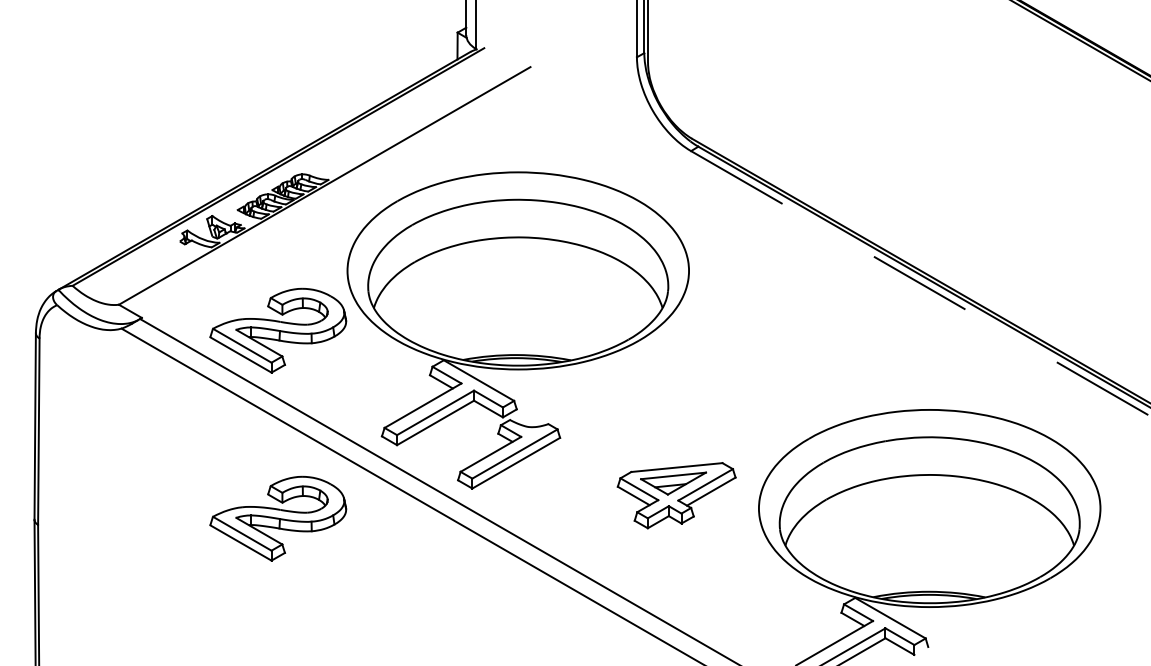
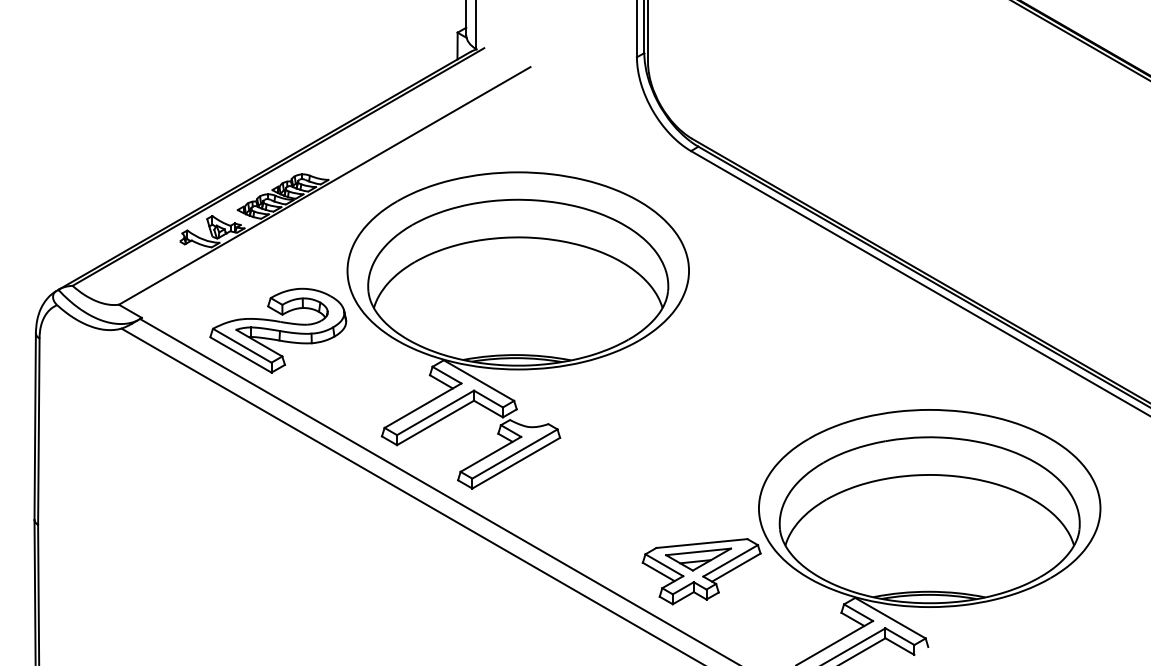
line at (921, 284): dashed -> solid
part at (676, 495) position: (676, 495) -> (701, 571)
part at (278, 518): present -> none
